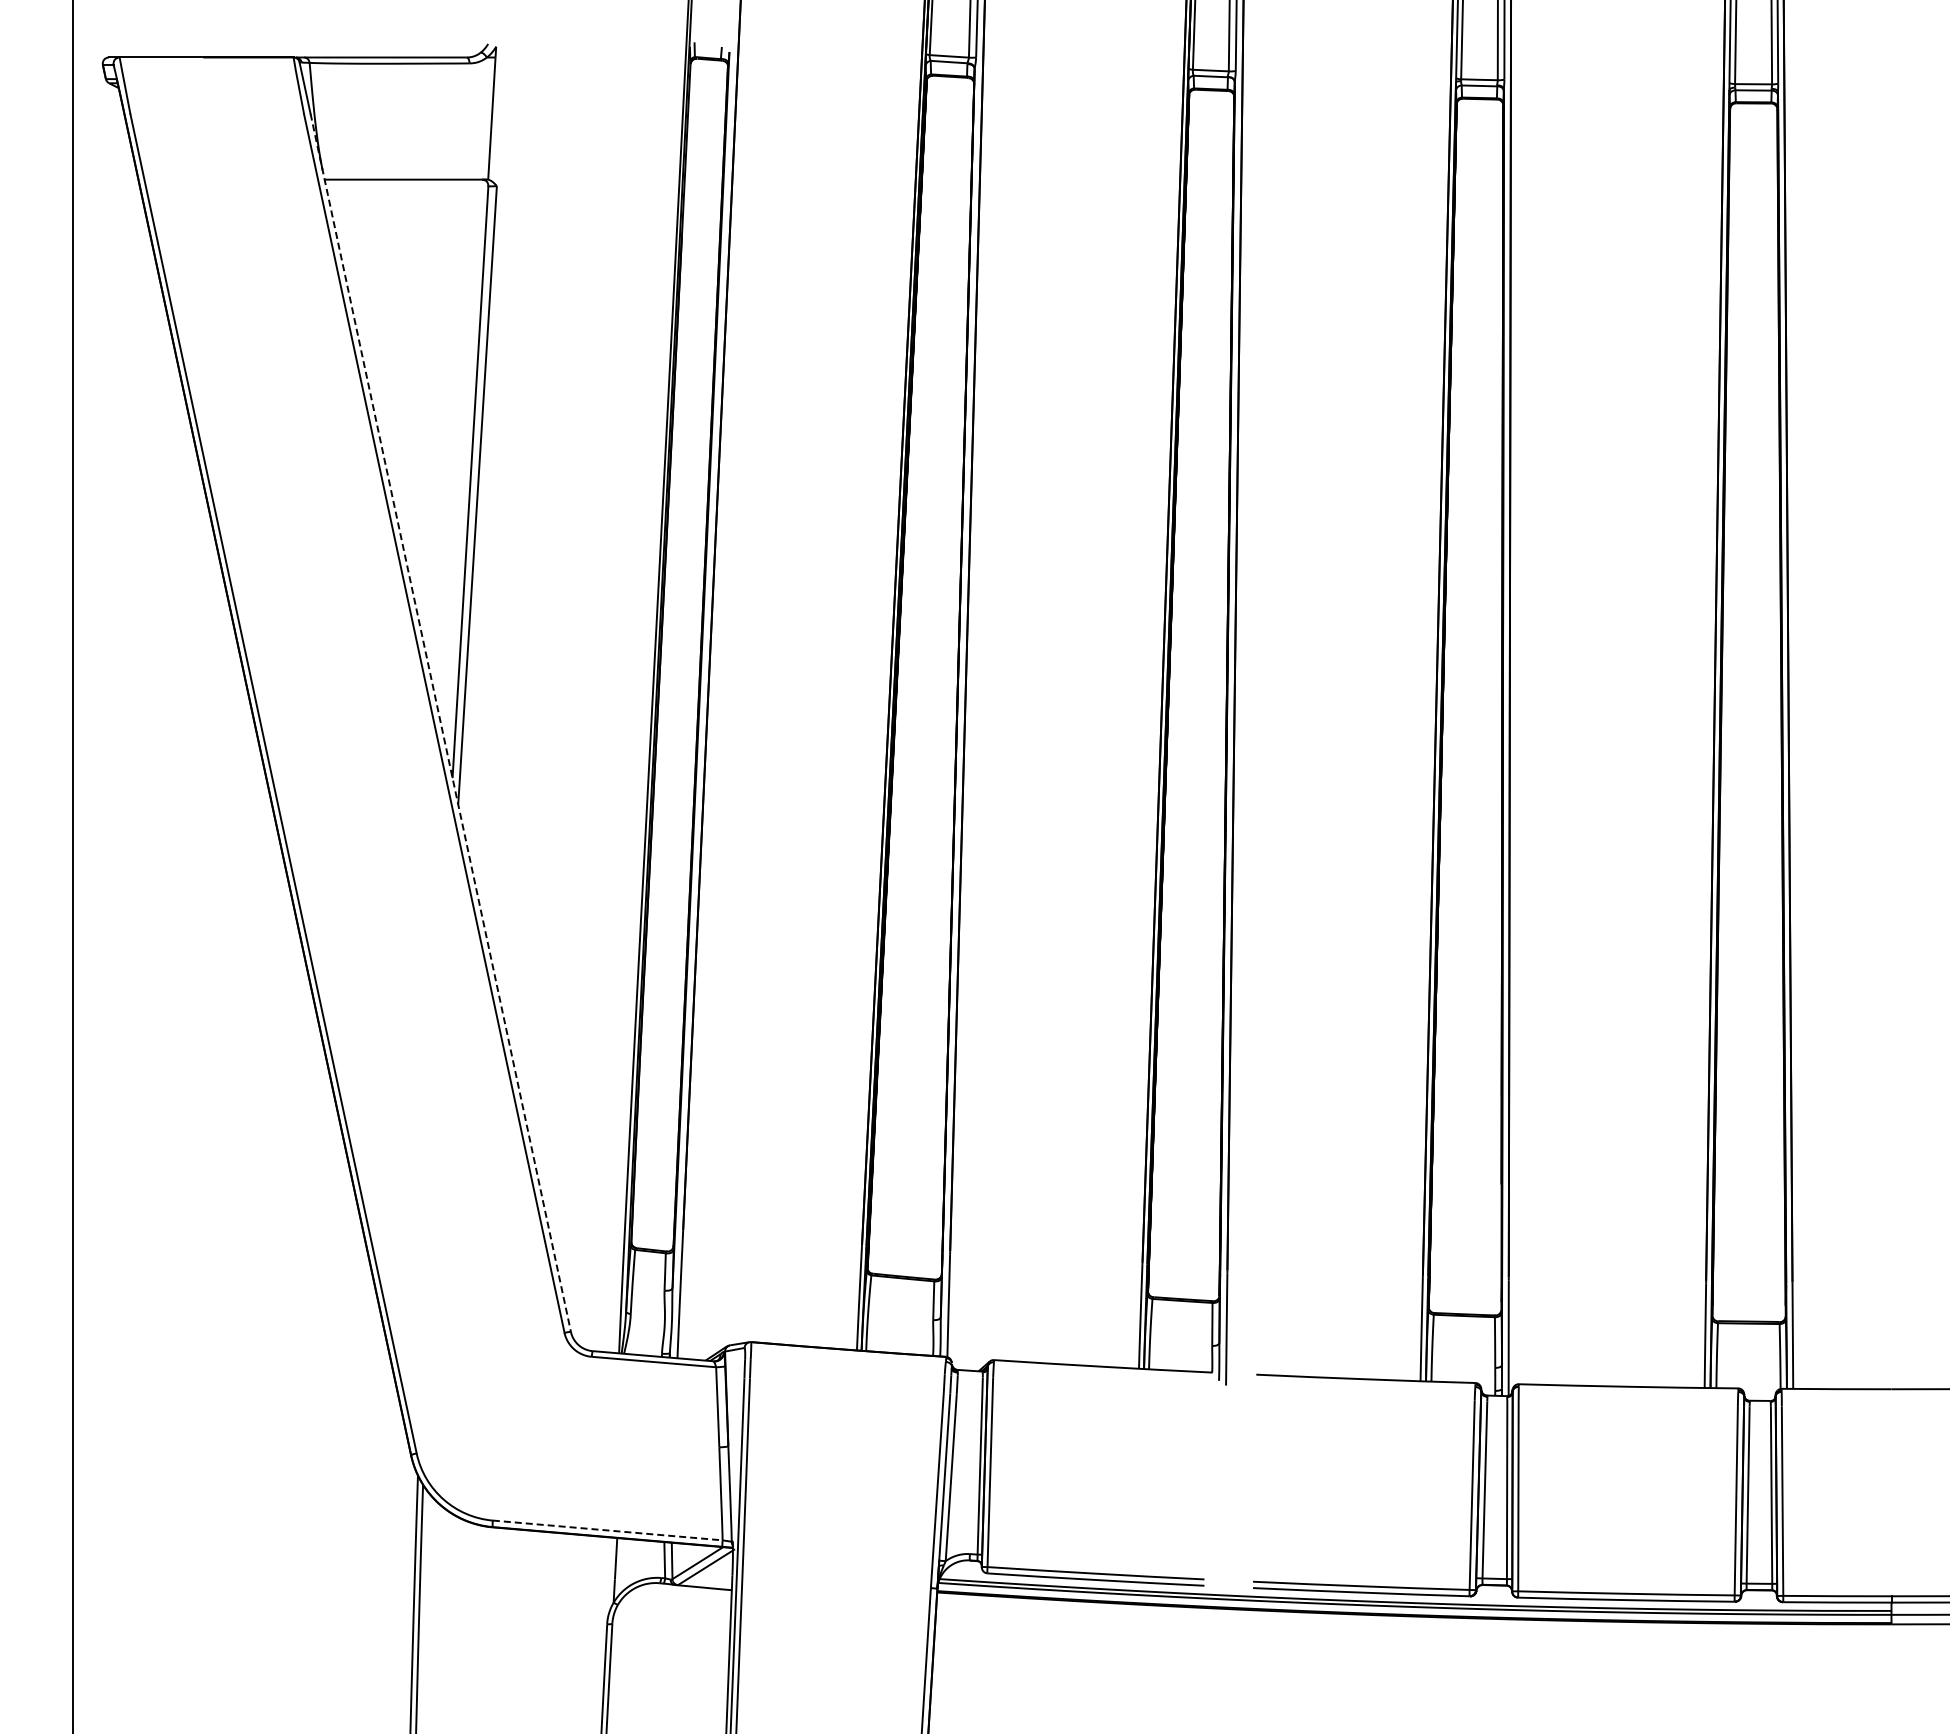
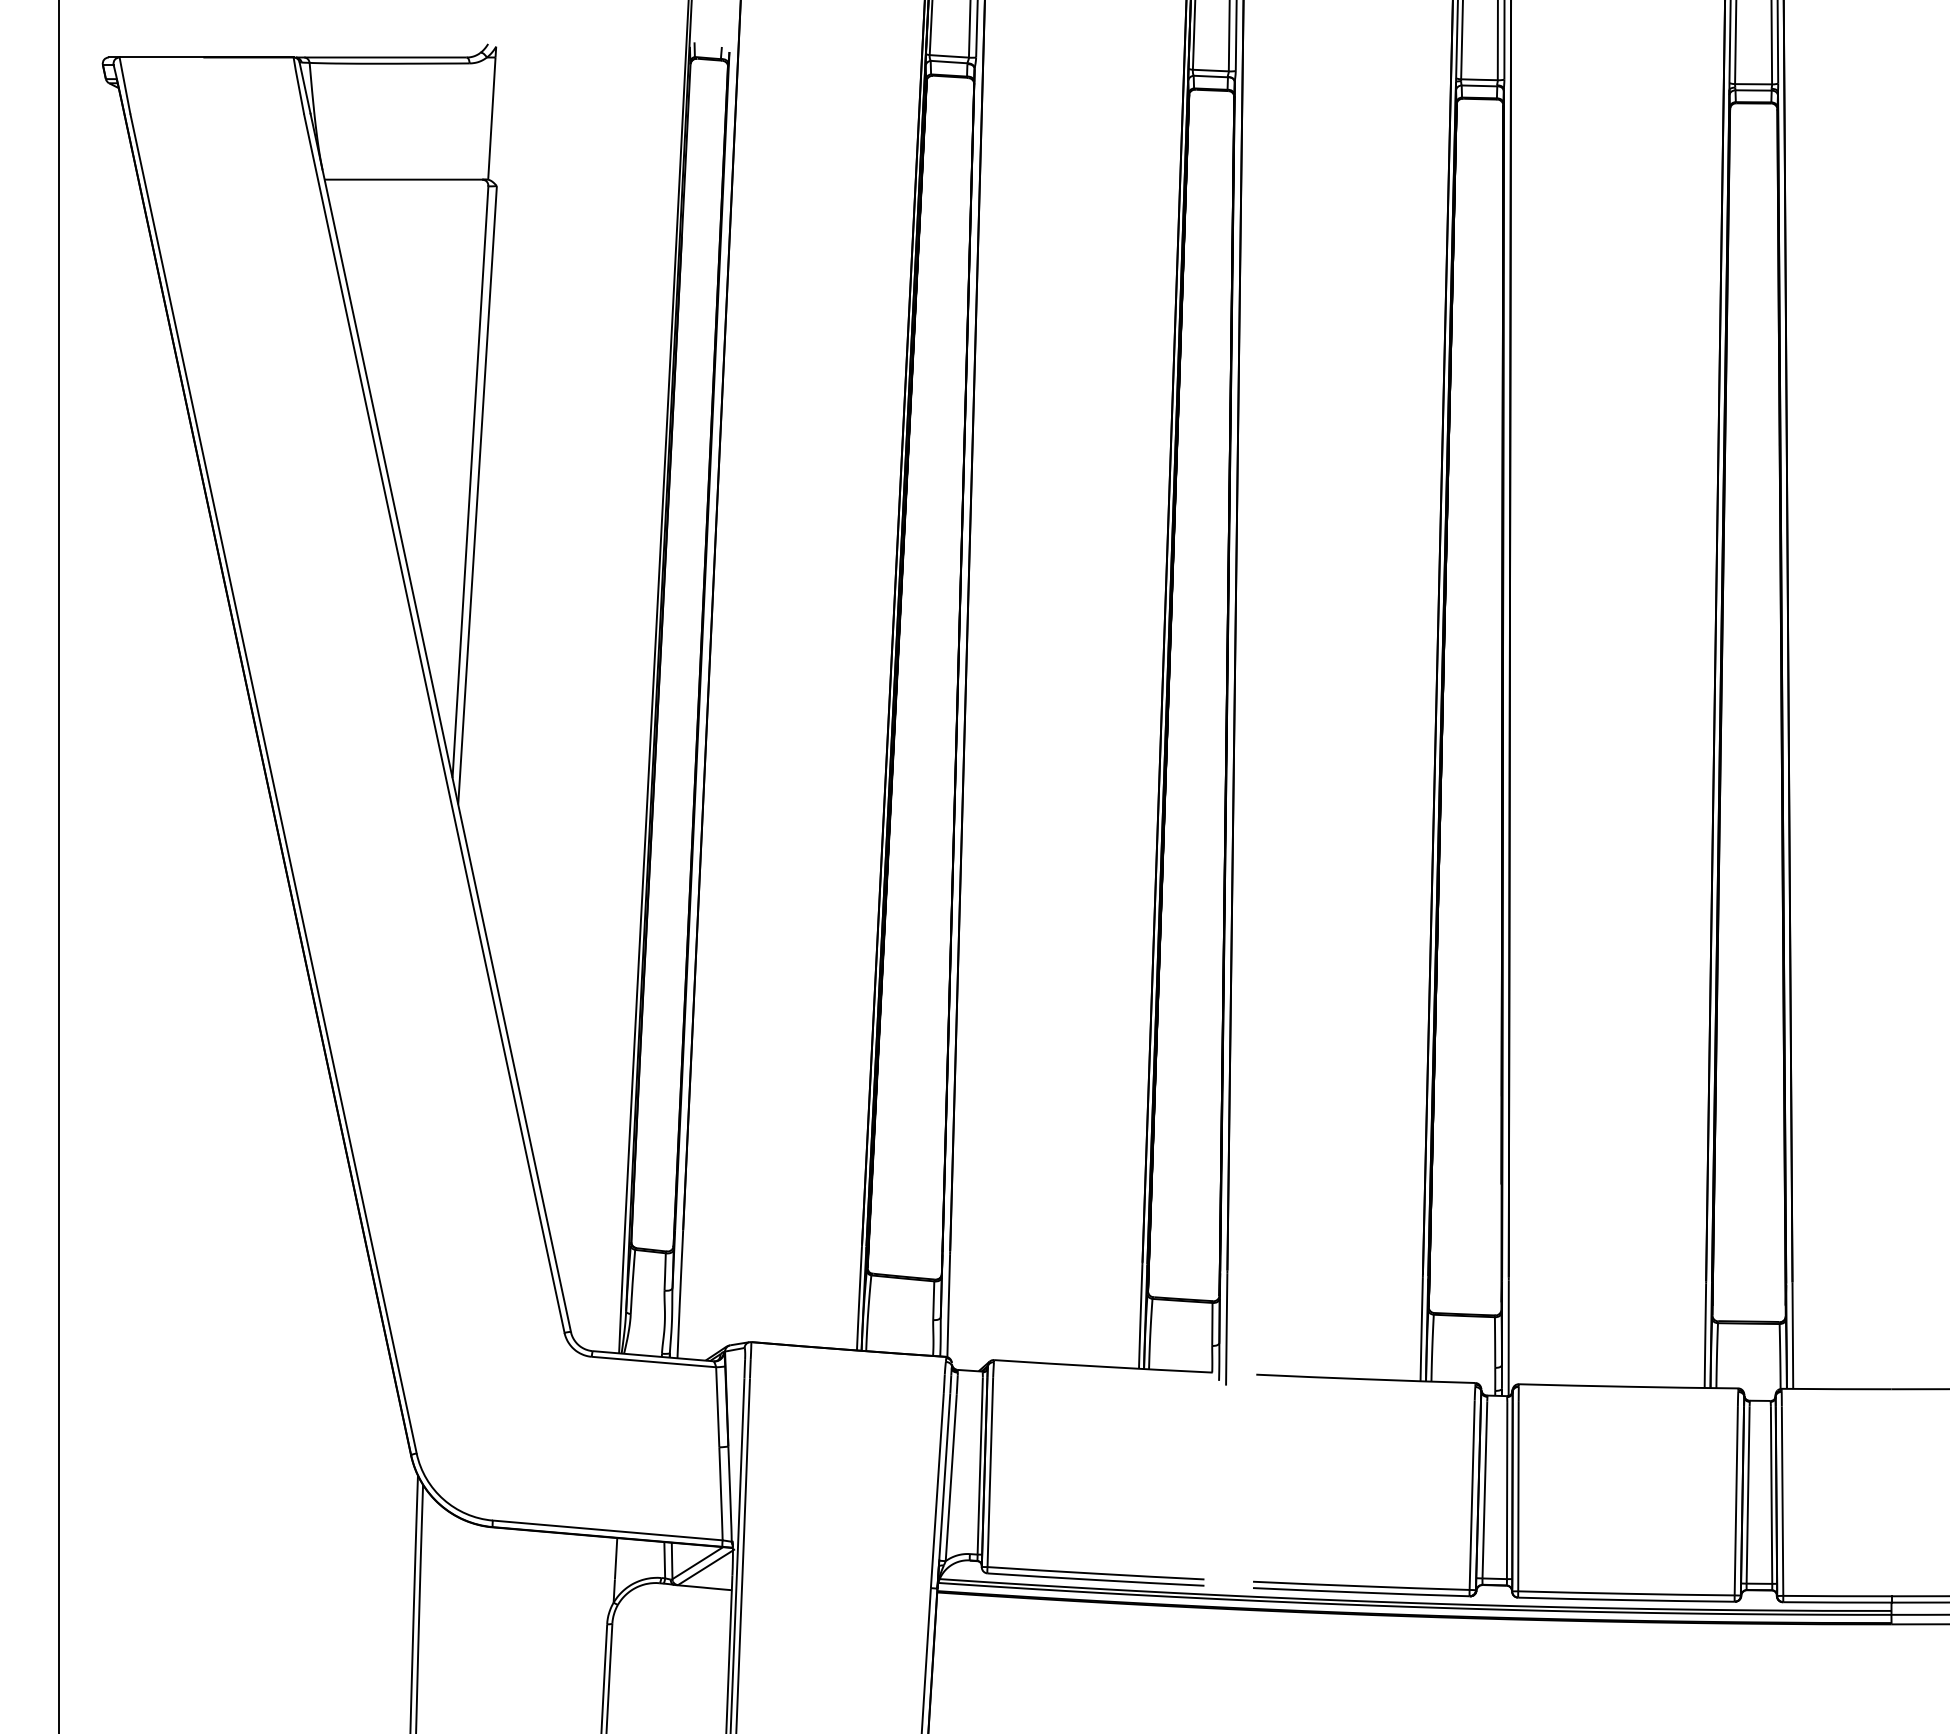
line at (440, 722): dashed -> solid
line at (72, 866) position: (72, 866) -> (58, 866)
line at (608, 1530): dashed -> solid
